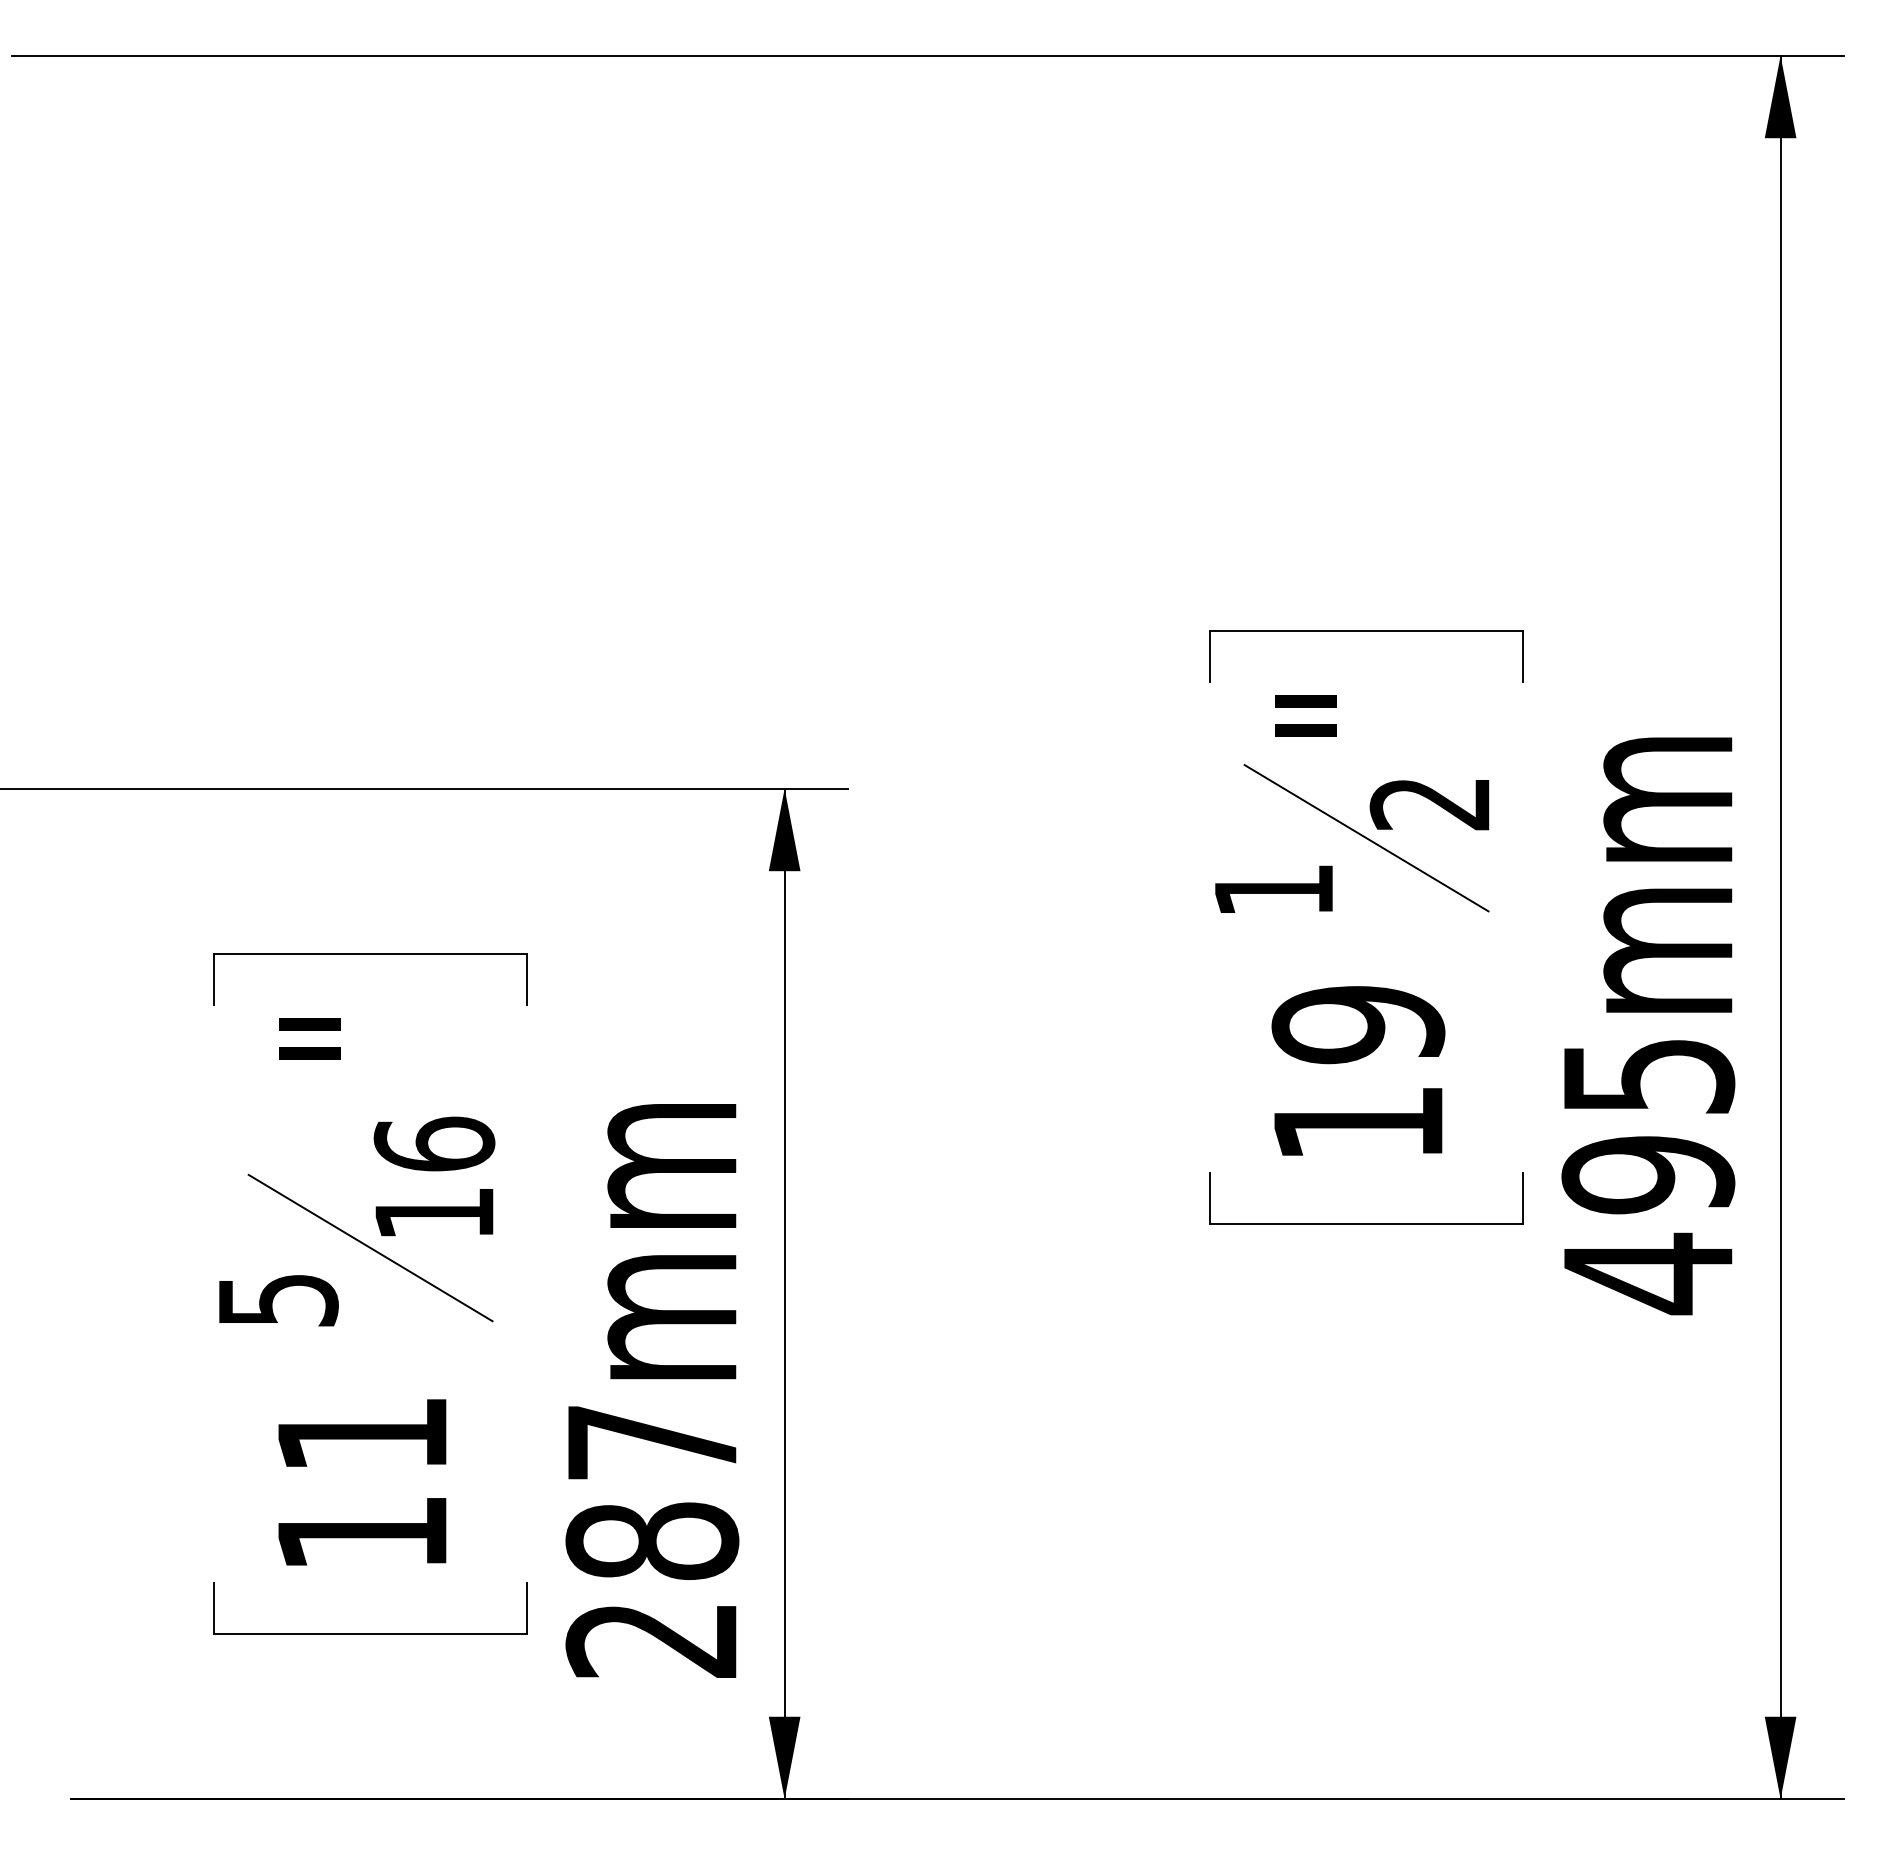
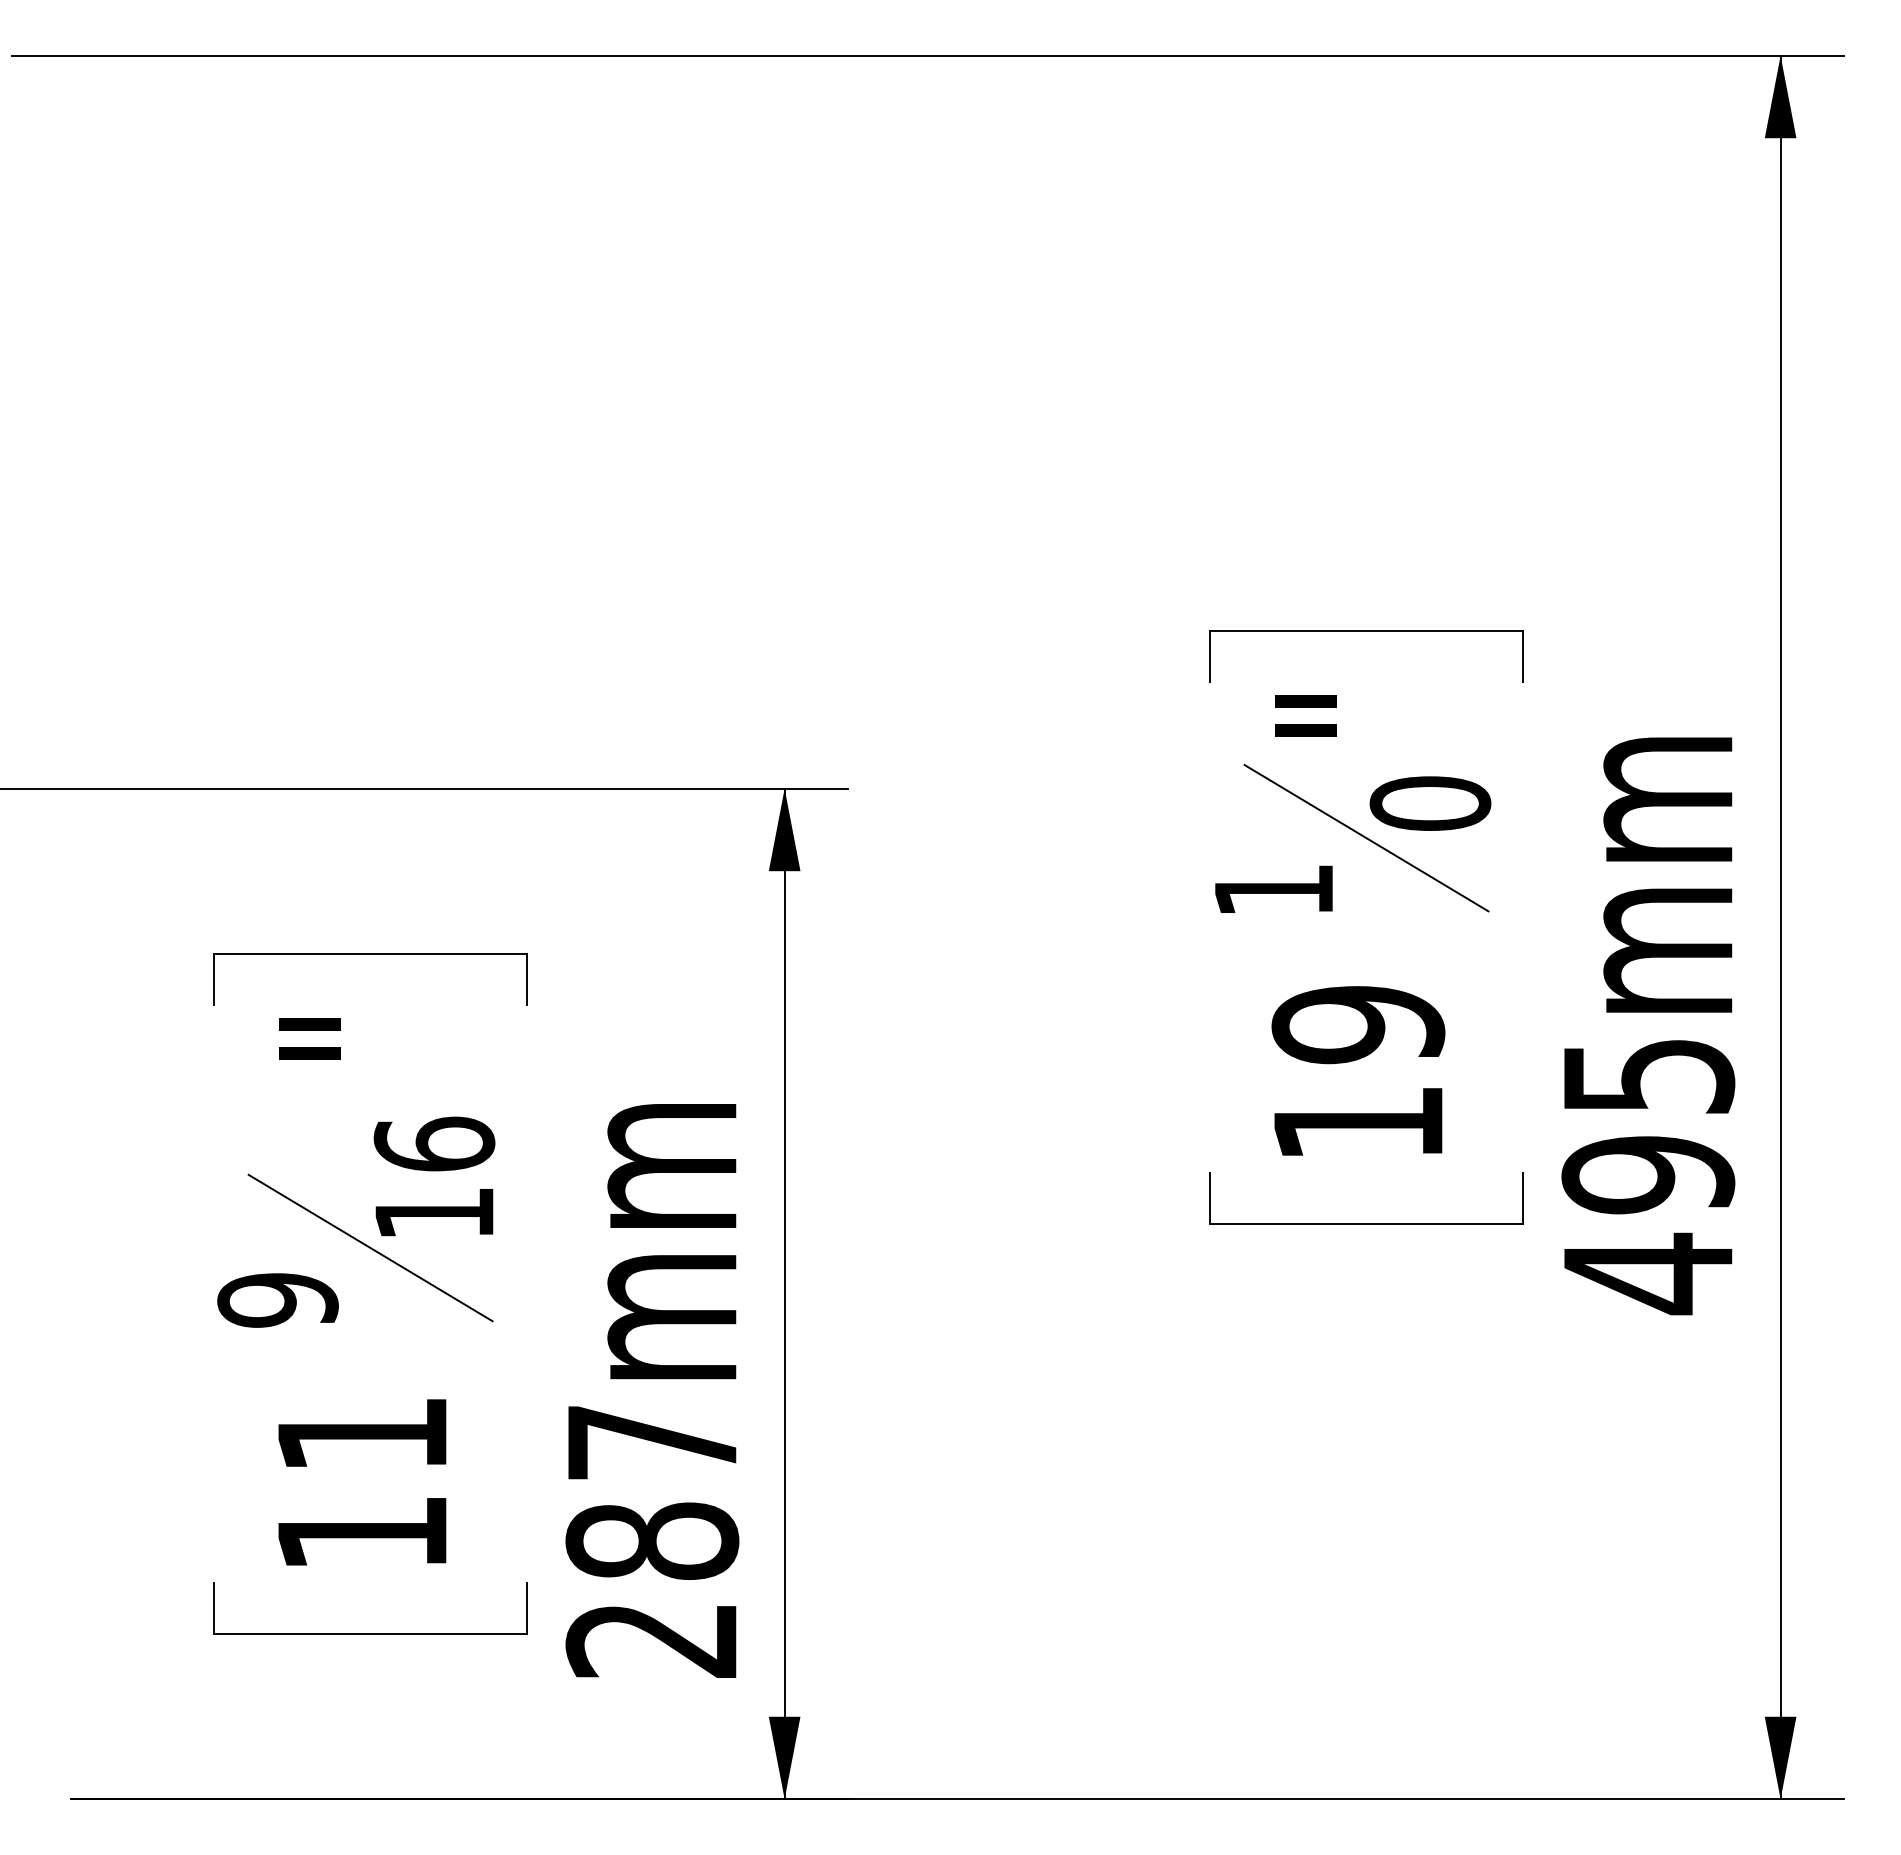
text at (1430, 803): 2 -> 0
text at (277, 1300): 5 -> 9
